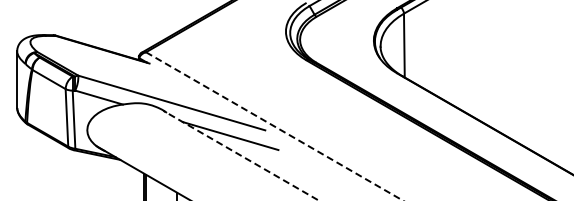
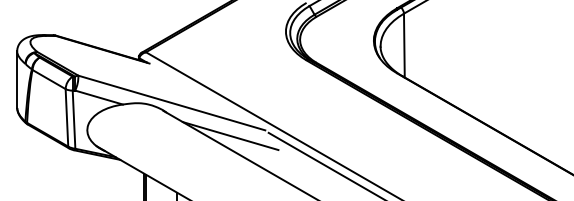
line at (275, 126): dashed -> solid
line at (241, 155): dashed -> solid
line at (324, 164): none -> present
